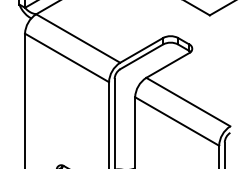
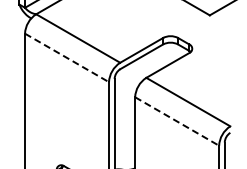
line at (67, 58): solid -> dashed
line at (177, 121): solid -> dashed
